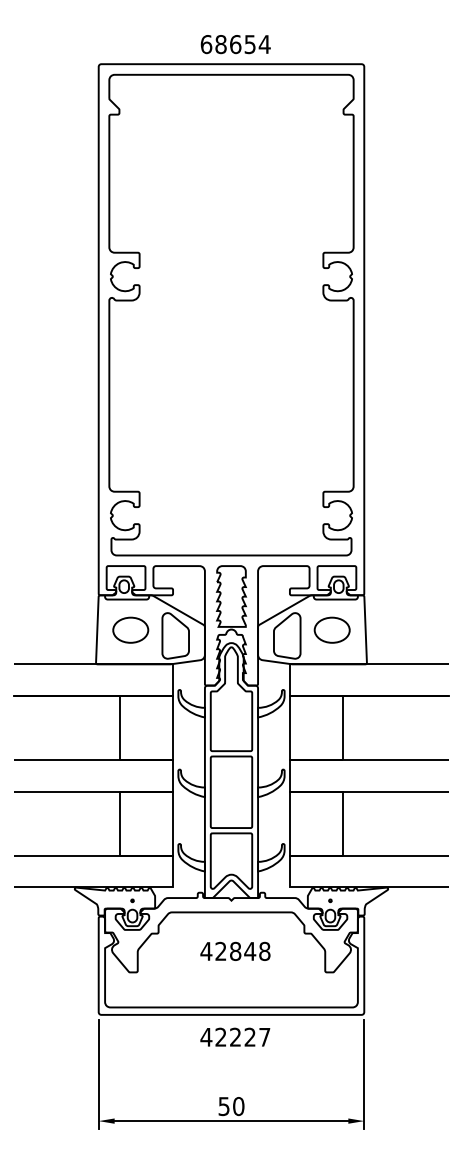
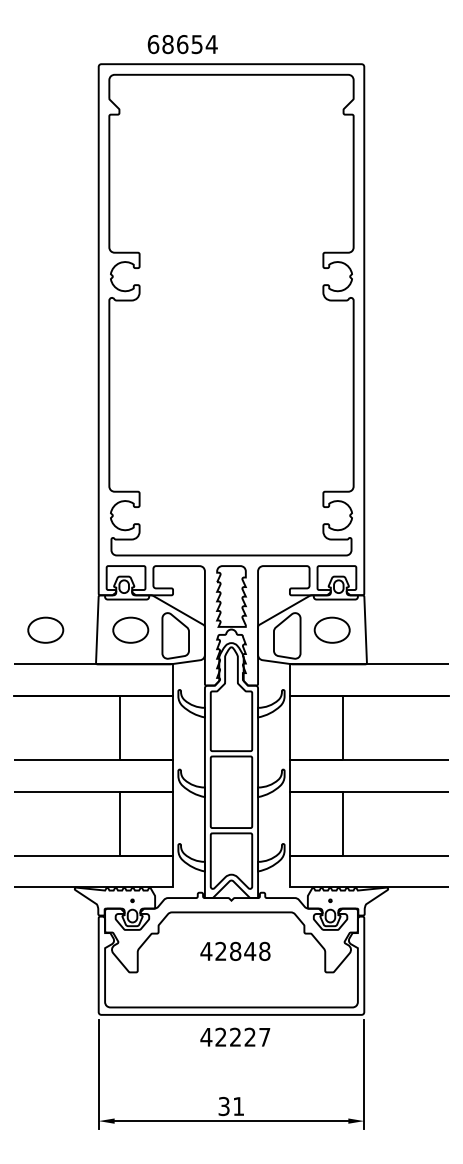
text at (235, 44) position: (235, 44) -> (182, 44)
part at (45, 629): none -> present
text at (231, 1106): 50 -> 31
